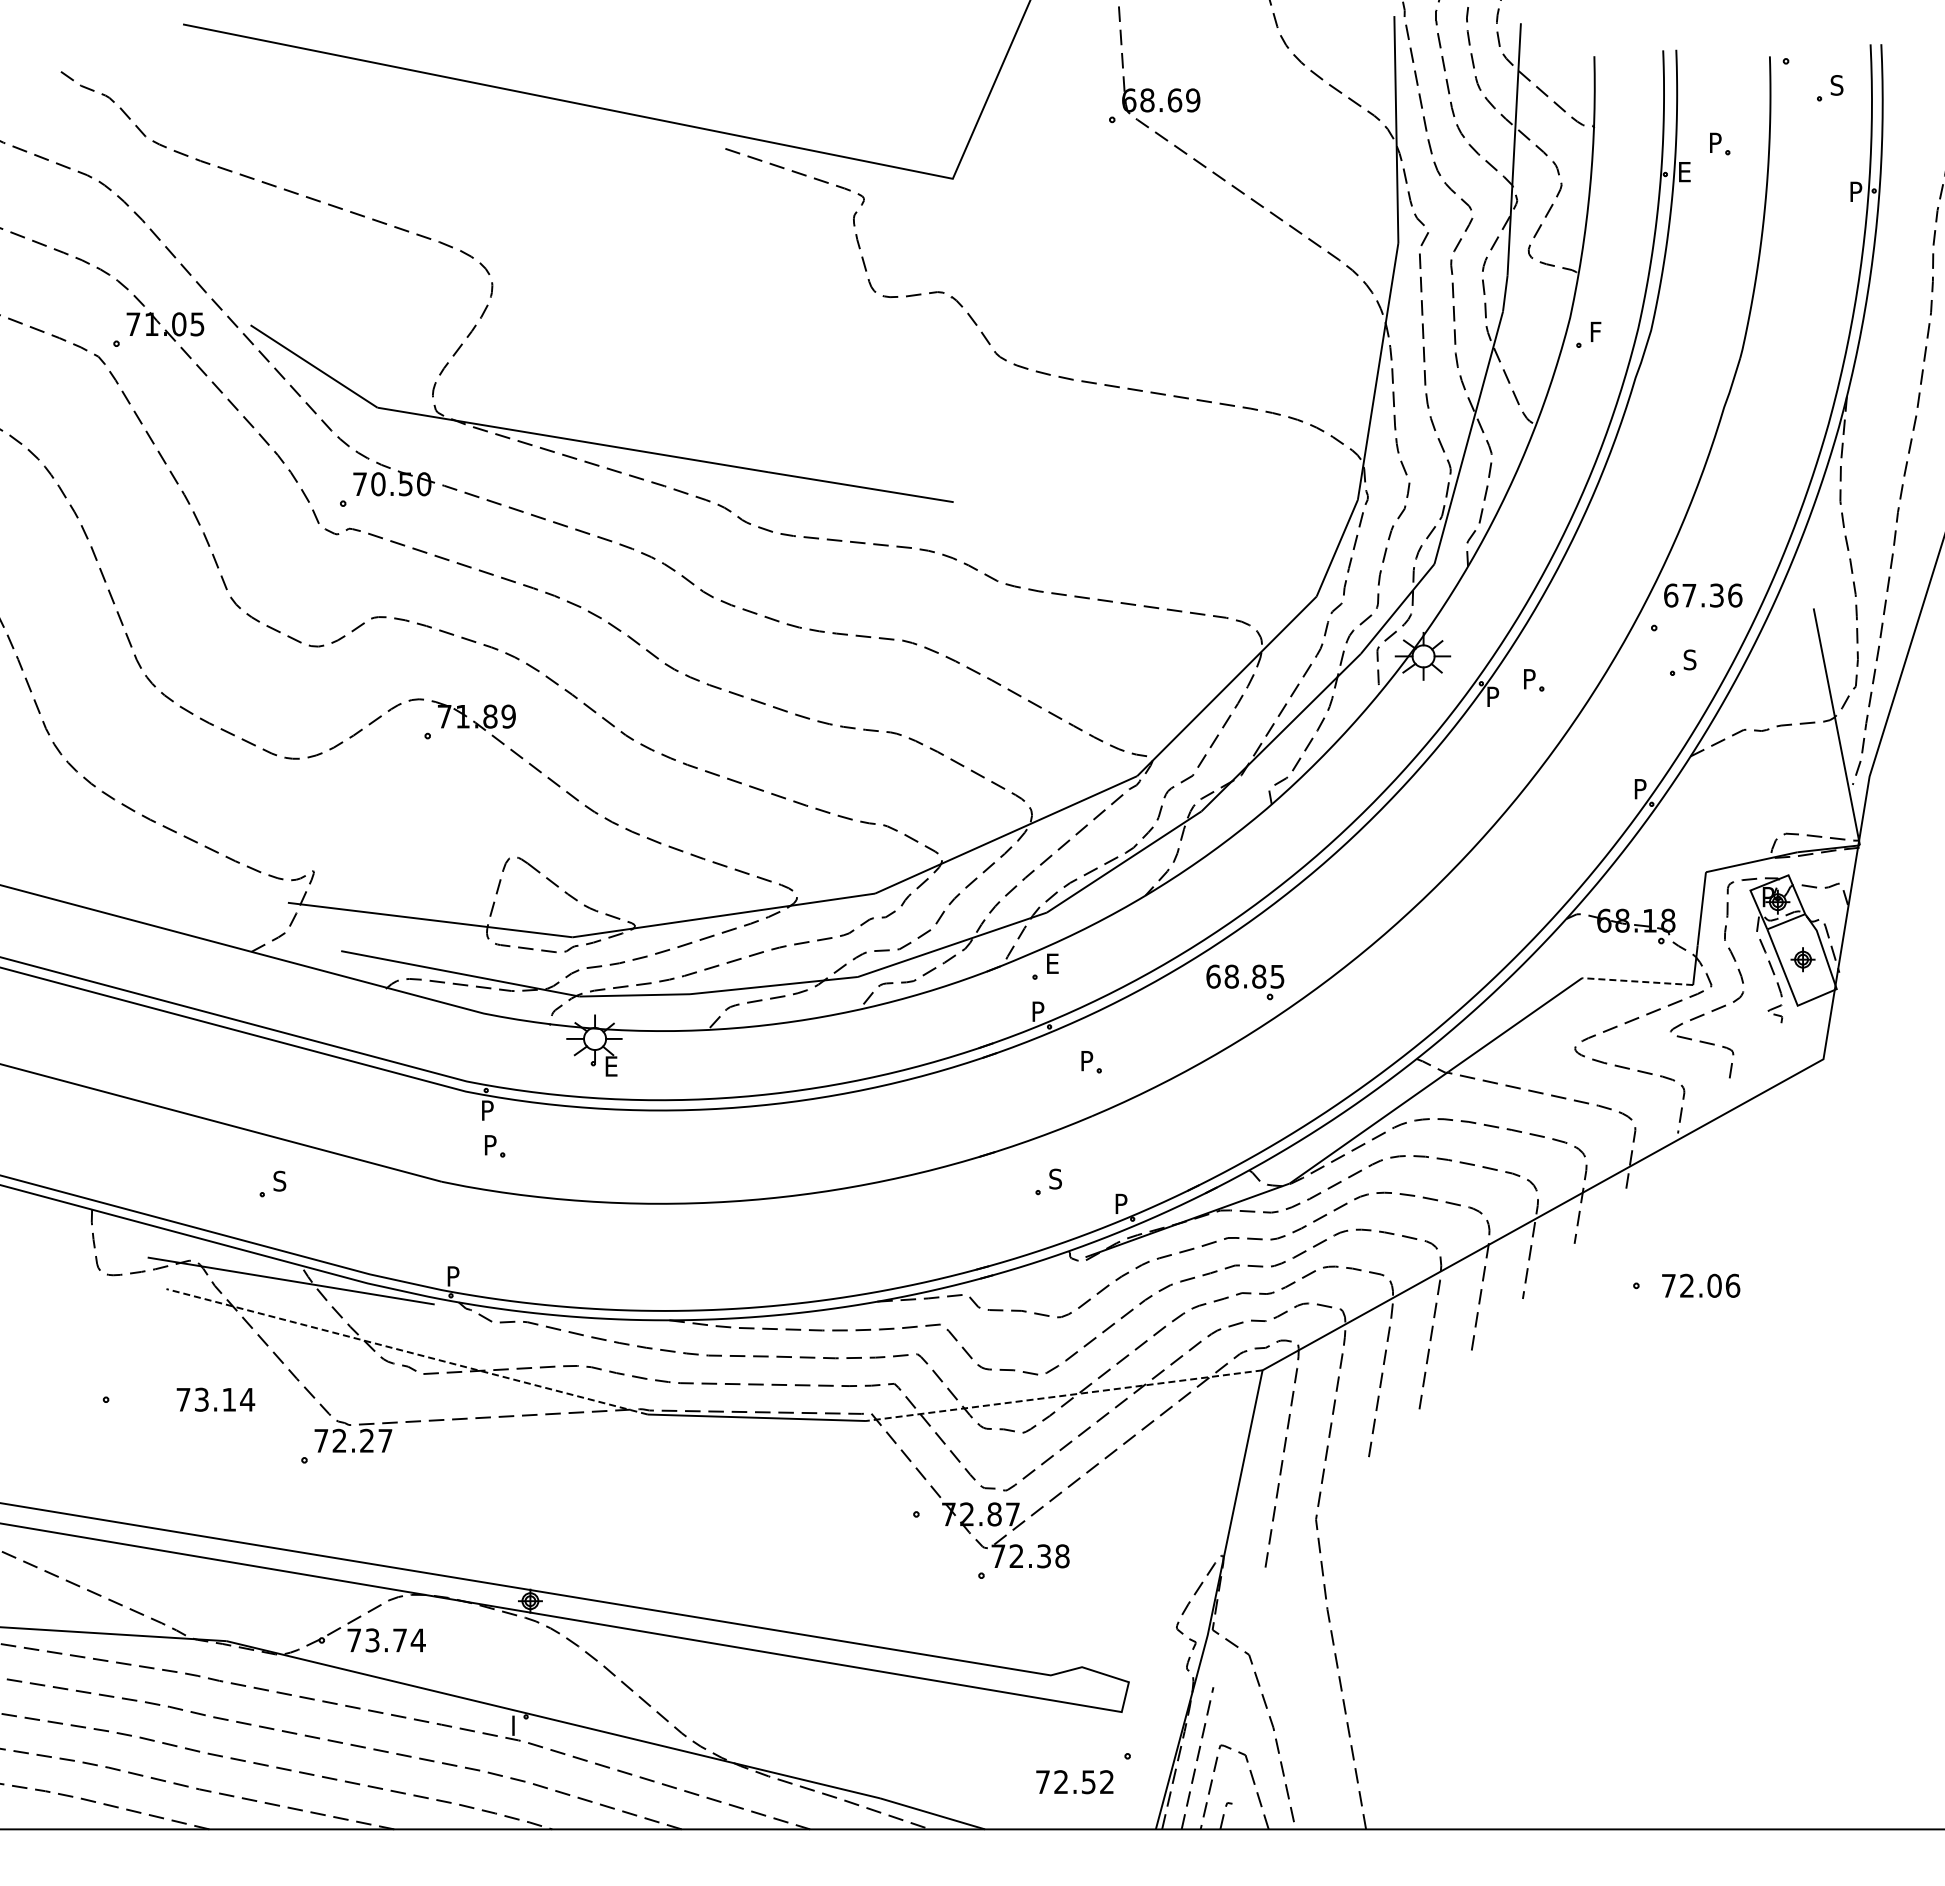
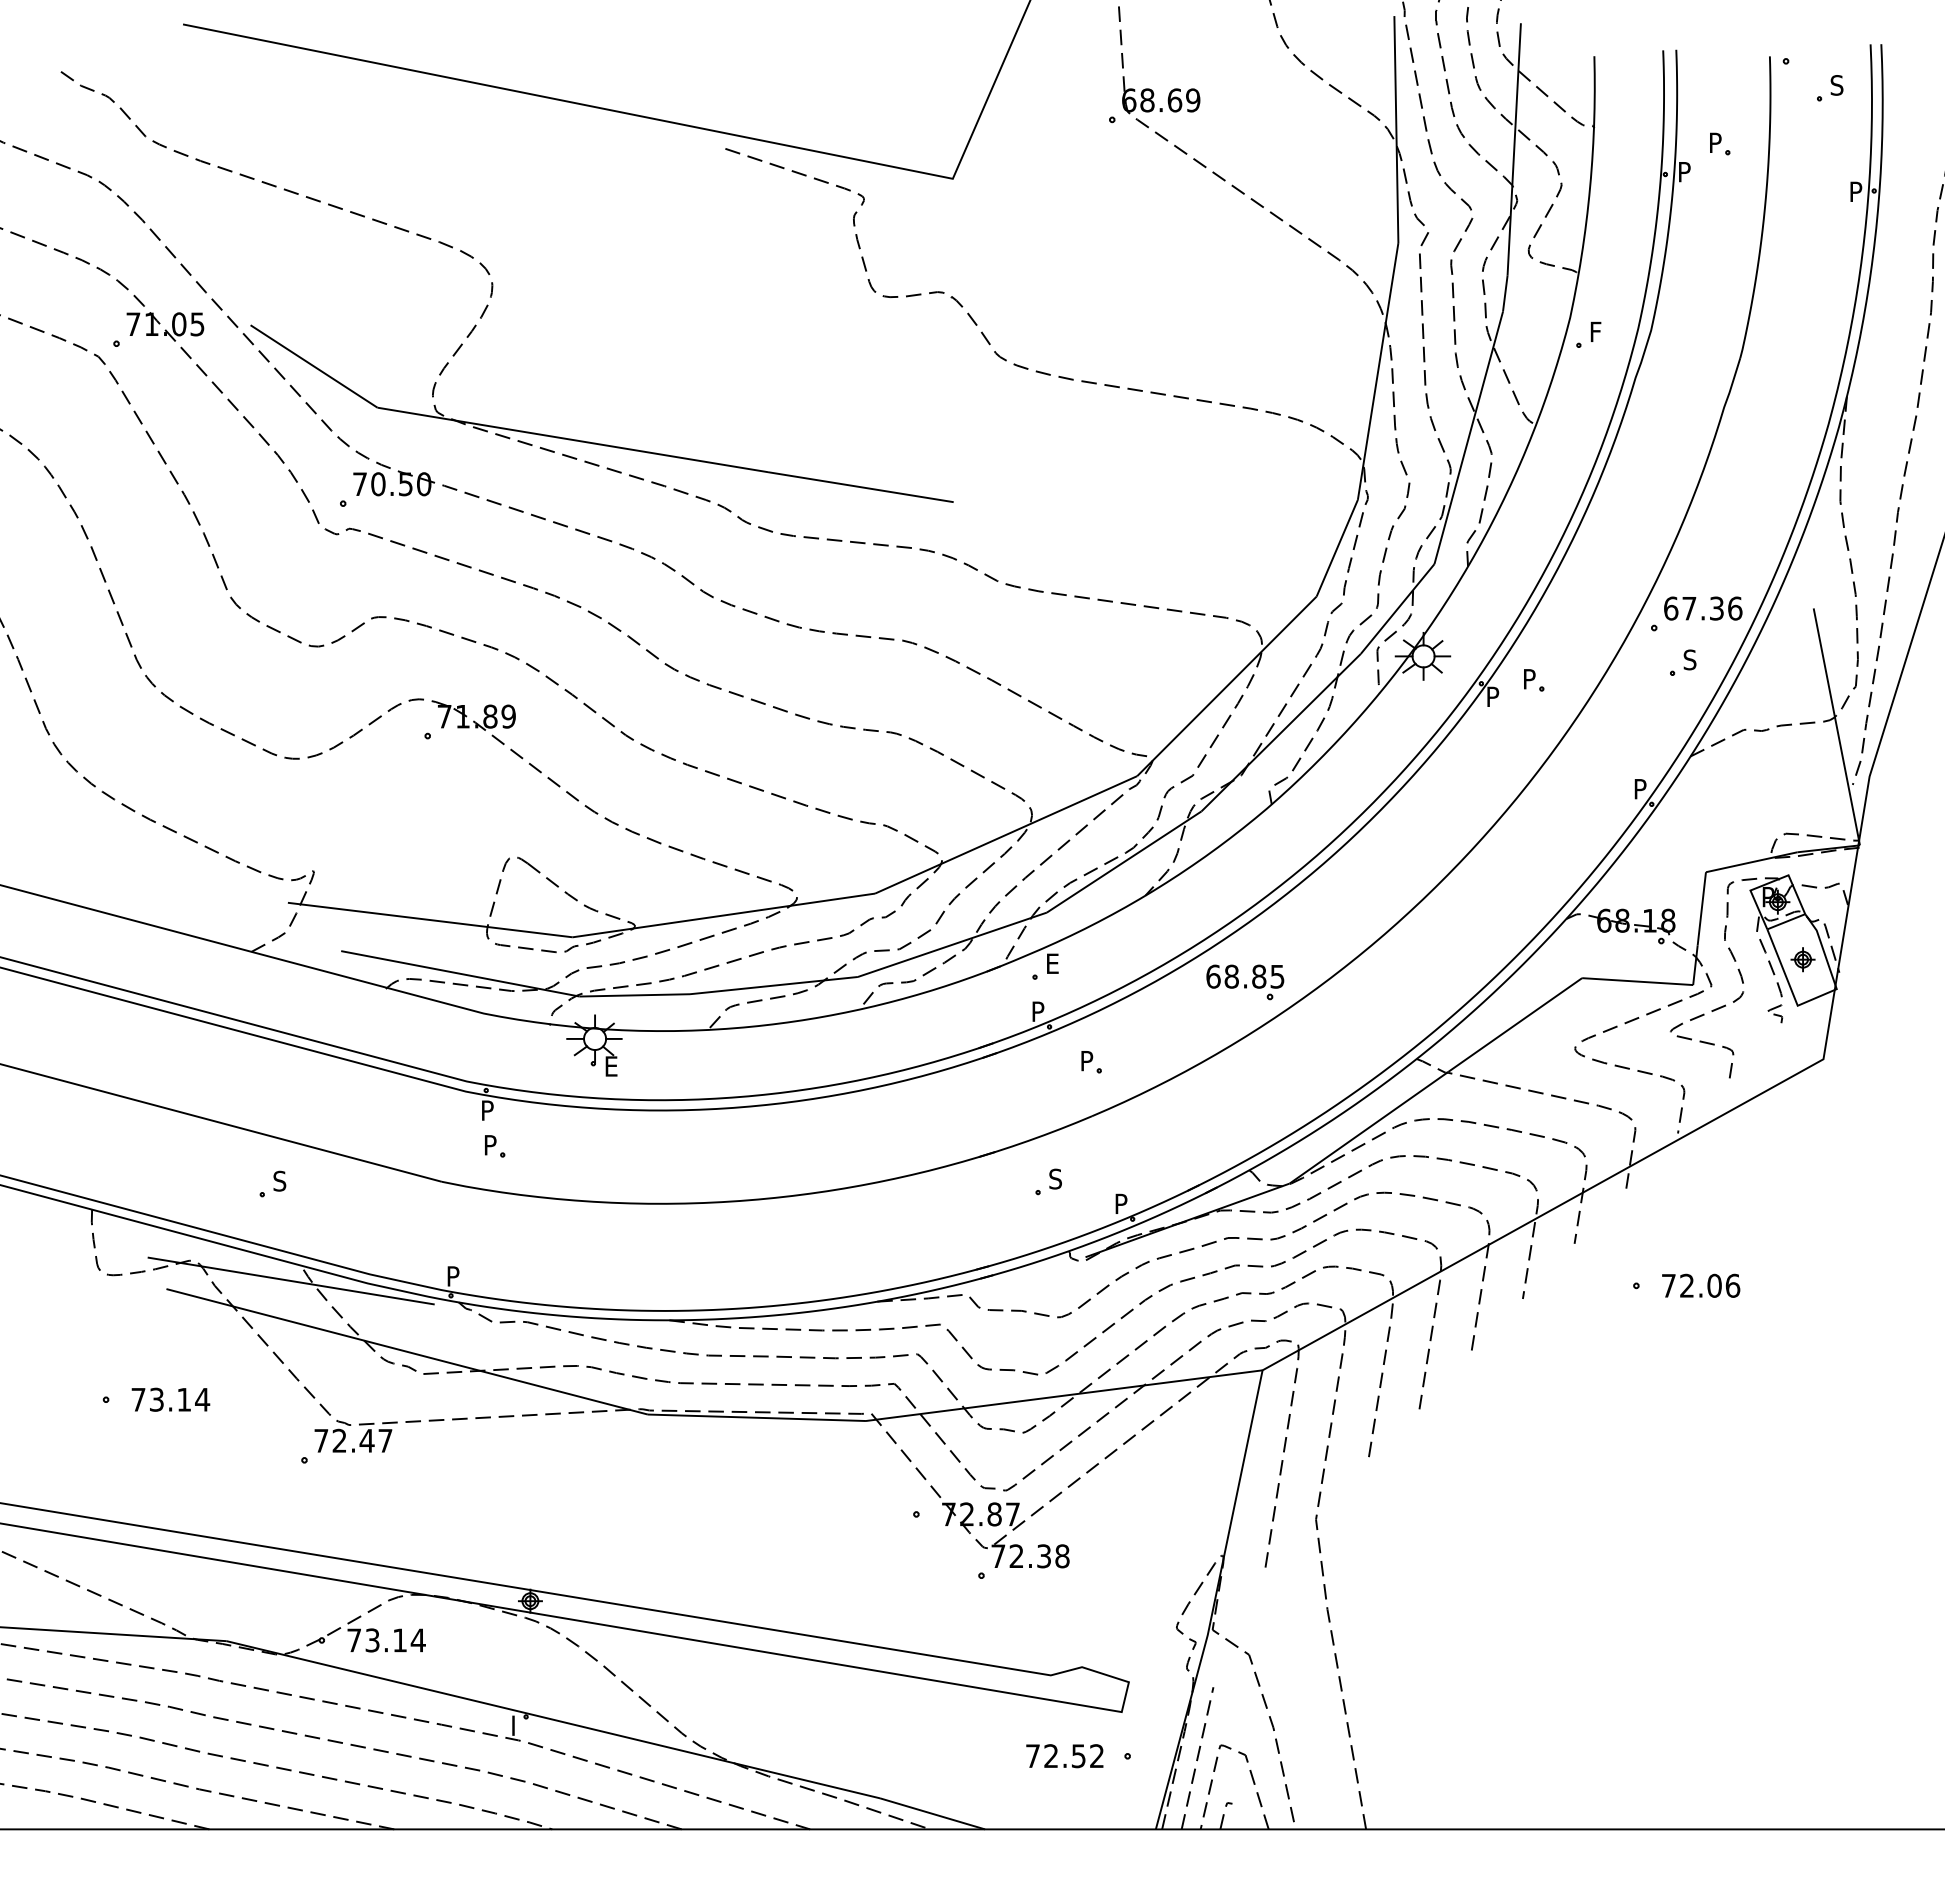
text at (1685, 172): E -> P
text at (1703, 595) position: (1703, 595) -> (1703, 608)
line at (1637, 981): dashed -> solid
line at (407, 1351): dashed -> solid
line at (1064, 1395): dashed -> solid
text at (215, 1399) position: (215, 1399) -> (170, 1399)
text at (366, 1440): 72.27 -> 72.47
text at (399, 1640): 73.74 -> 73.14
text at (1074, 1782) position: (1074, 1782) -> (1064, 1756)
